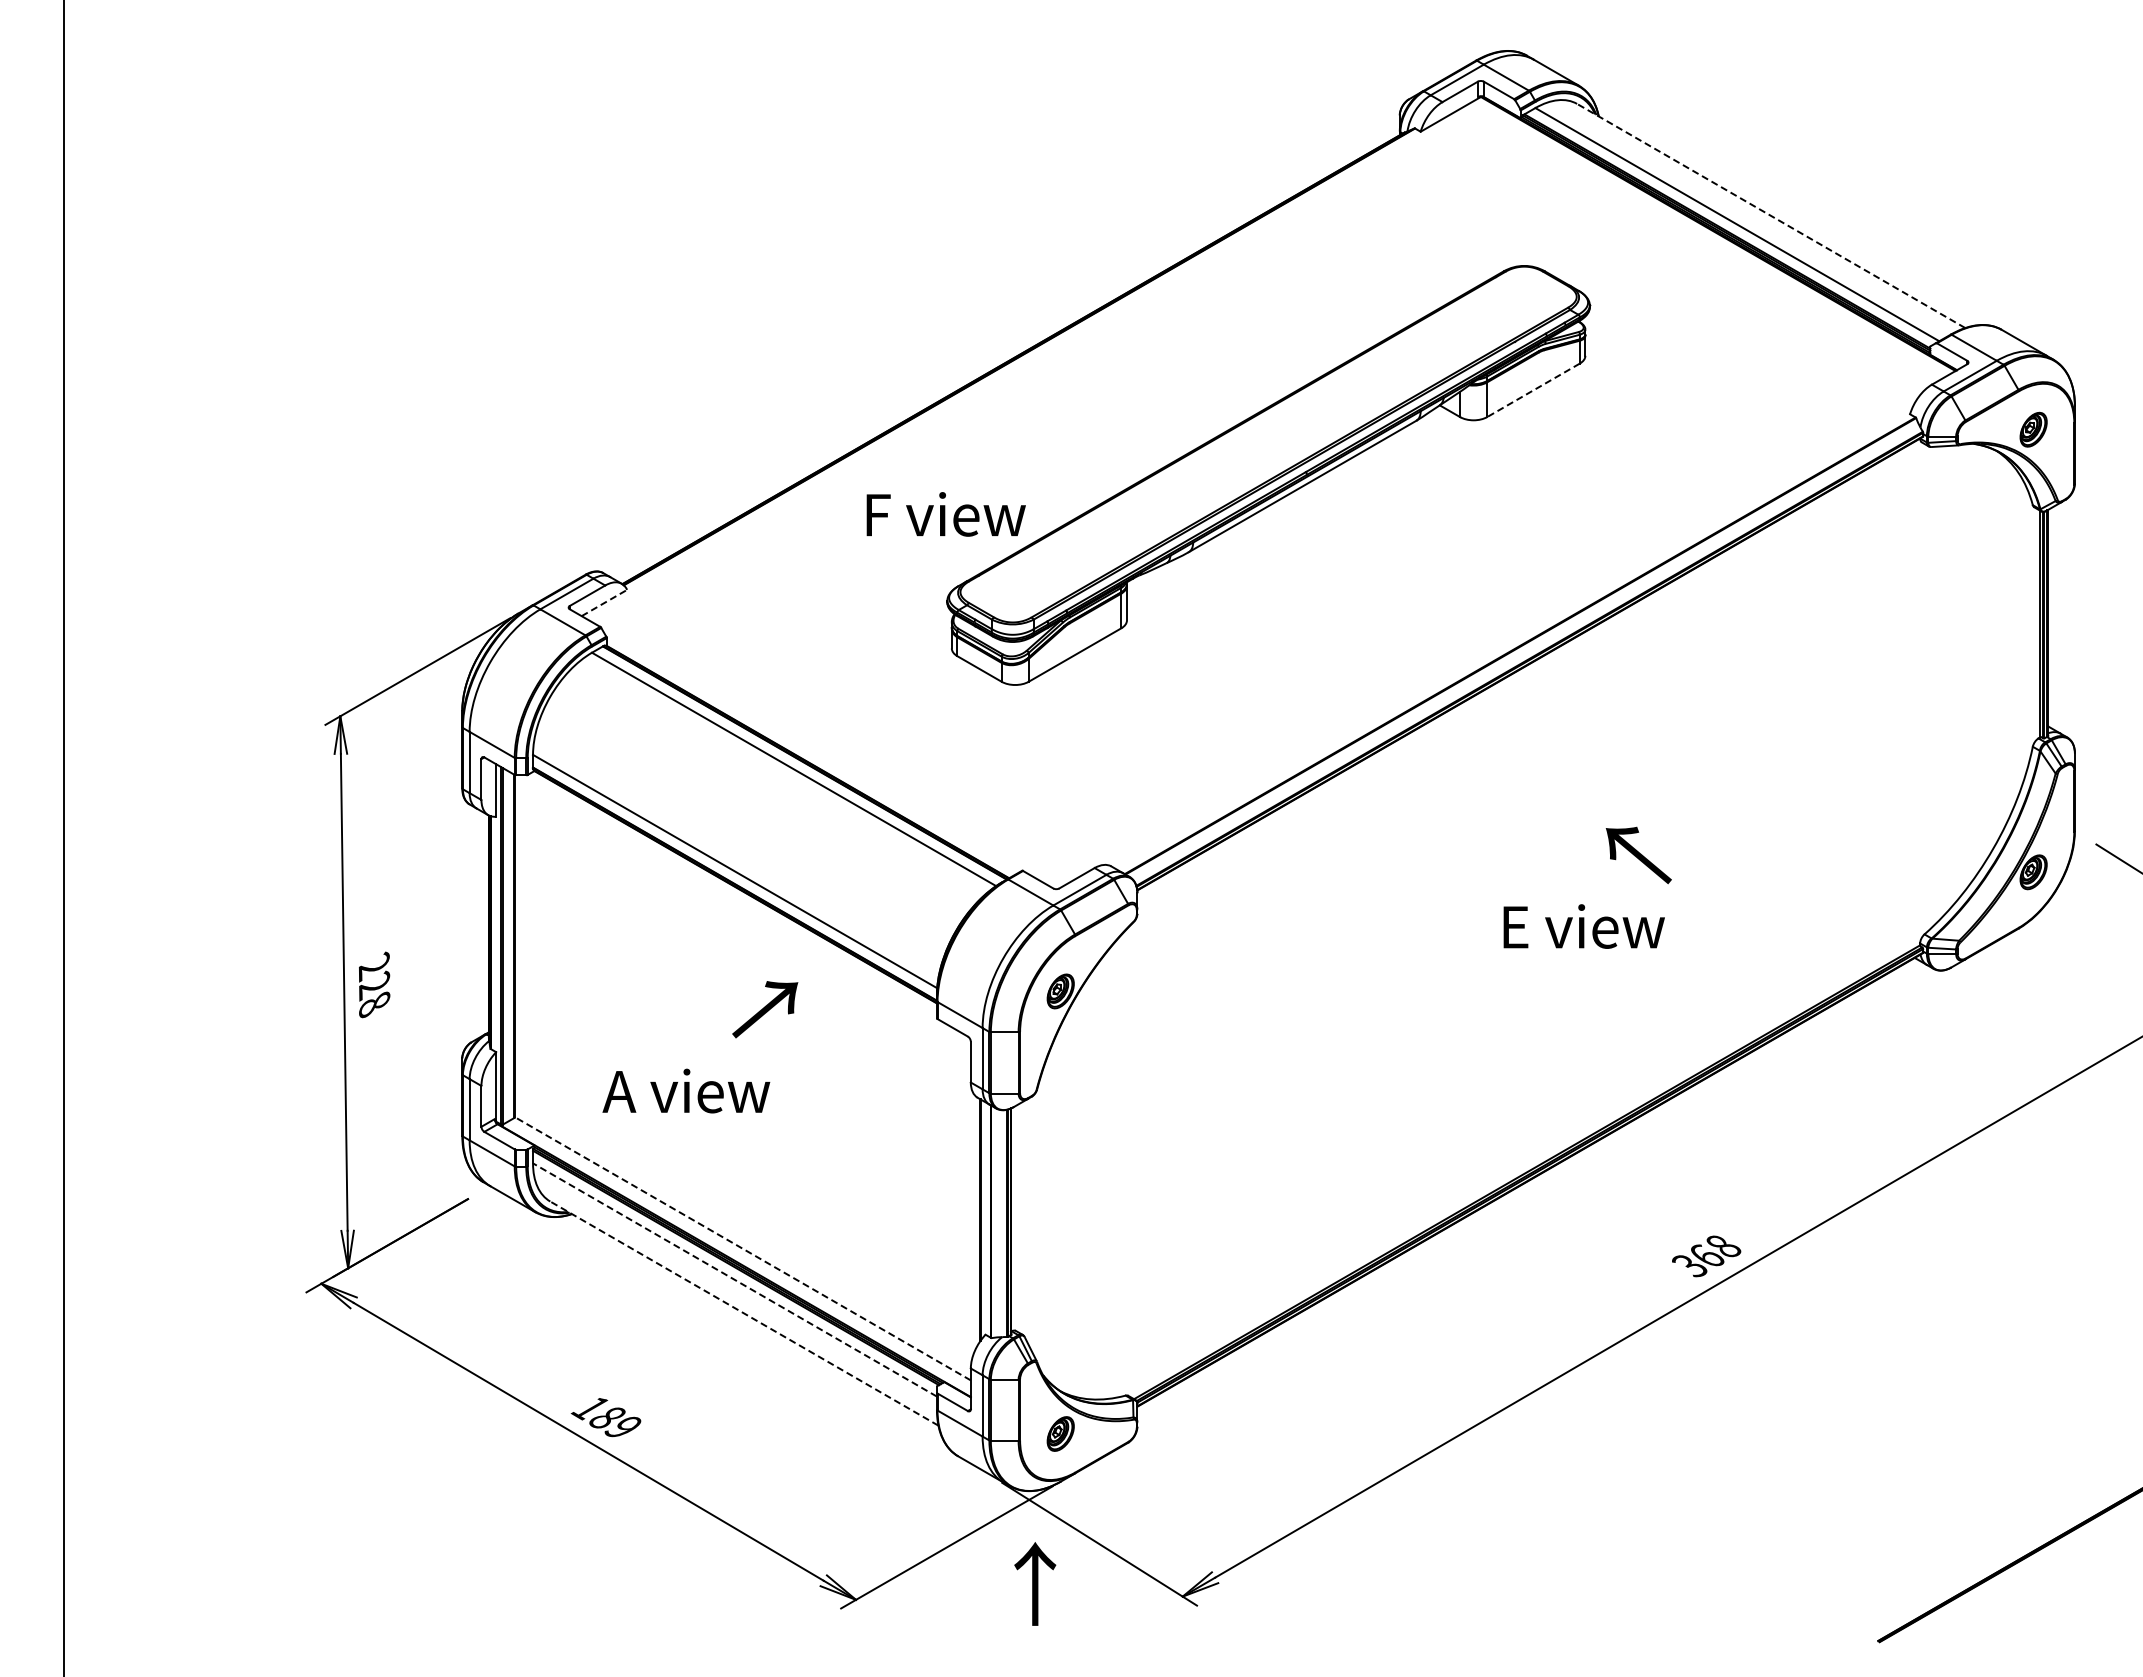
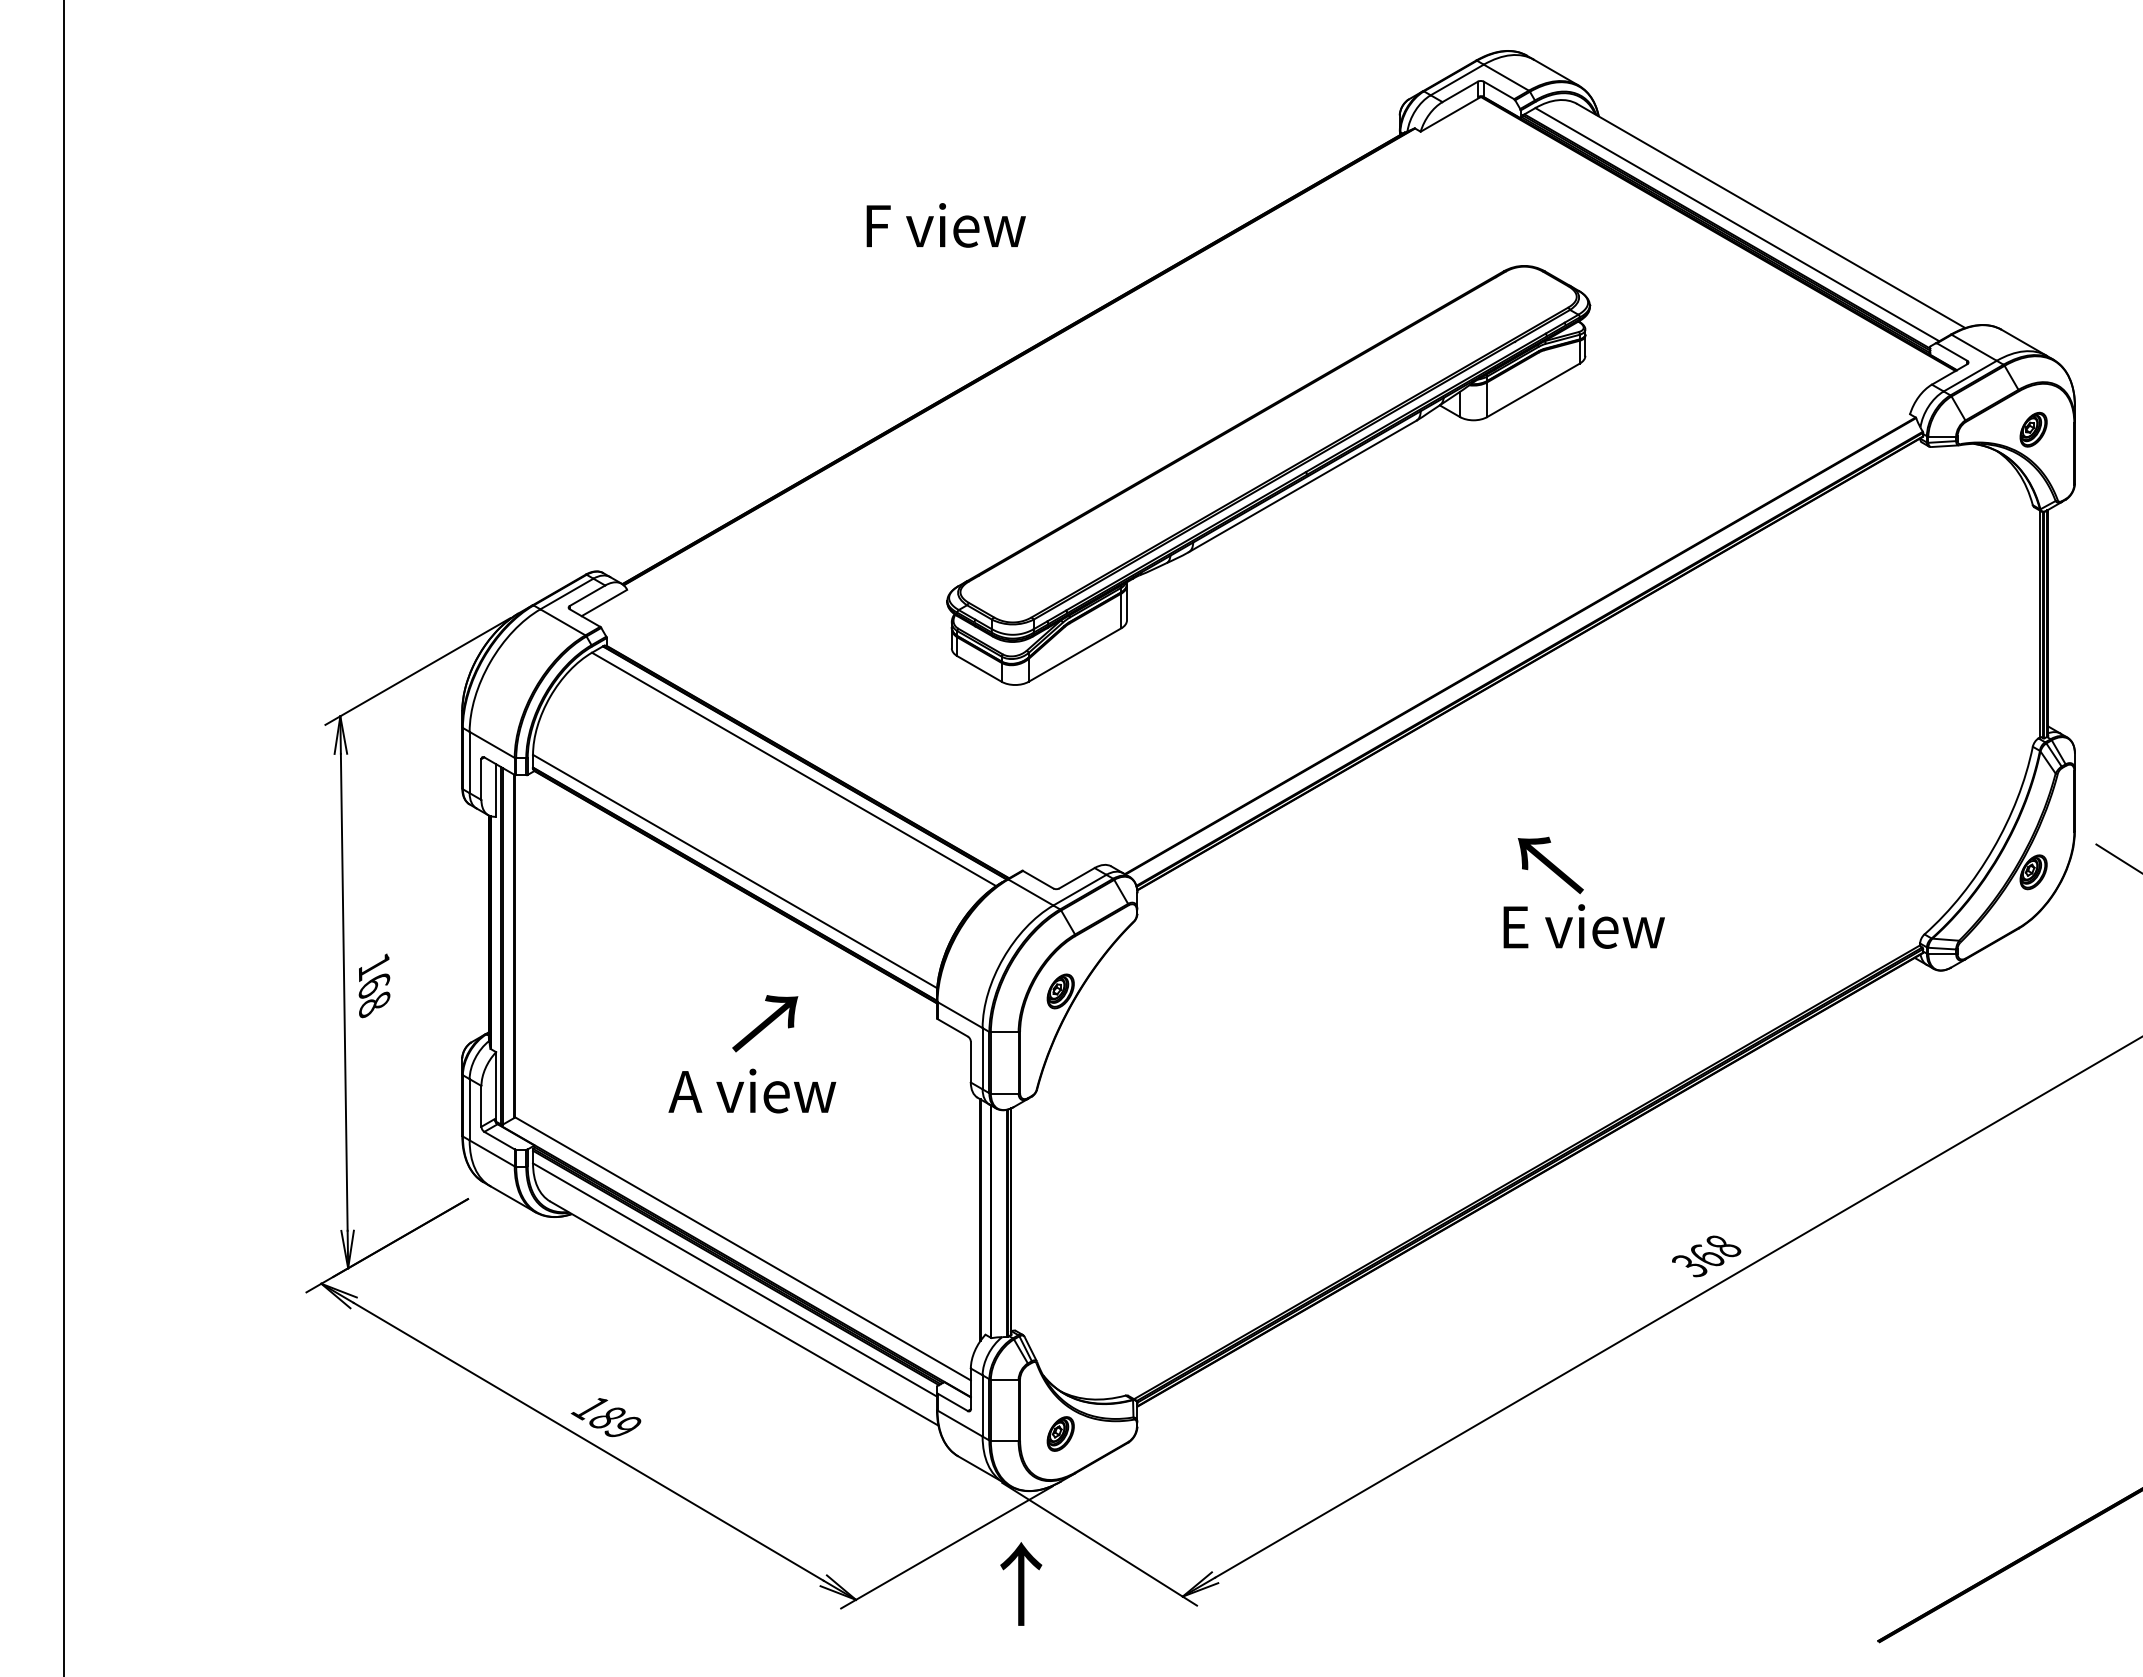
line at (1770, 215): dashed -> solid
line at (1533, 390): dashed -> solid
text at (945, 514) position: (945, 514) -> (945, 225)
line at (604, 602): dashed -> solid
text at (1638, 855) position: (1638, 855) -> (1550, 865)
text at (374, 976): 228 -> 168
text at (765, 1009) position: (765, 1009) -> (765, 1023)
text at (686, 1090) position: (686, 1090) -> (752, 1090)
line at (742, 1248): dashed -> solid
line at (734, 1279): dashed -> solid
line at (743, 1313): dashed -> solid
text at (1035, 1583) position: (1035, 1583) -> (1021, 1583)
